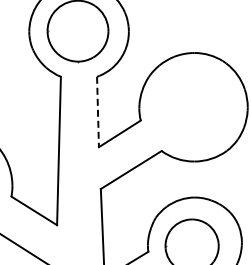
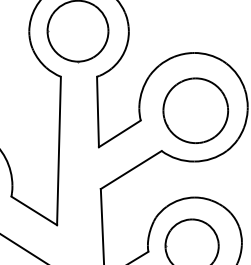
part at (195, 110): none -> present
line at (98, 112): dashed -> solid
